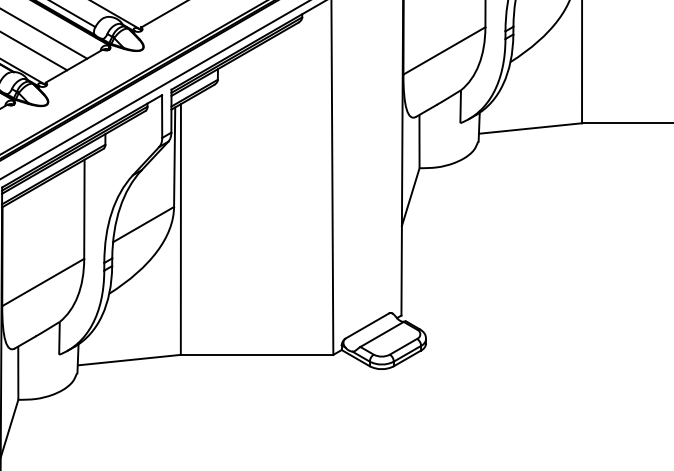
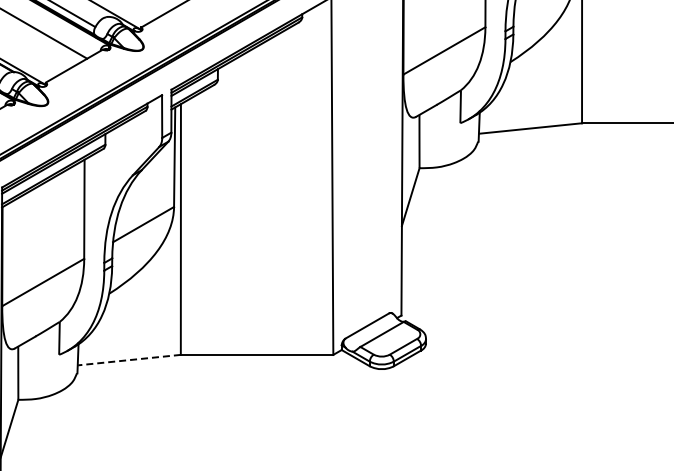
line at (34, 51): present -> none
line at (154, 89): present -> none
line at (129, 360): solid -> dashed
